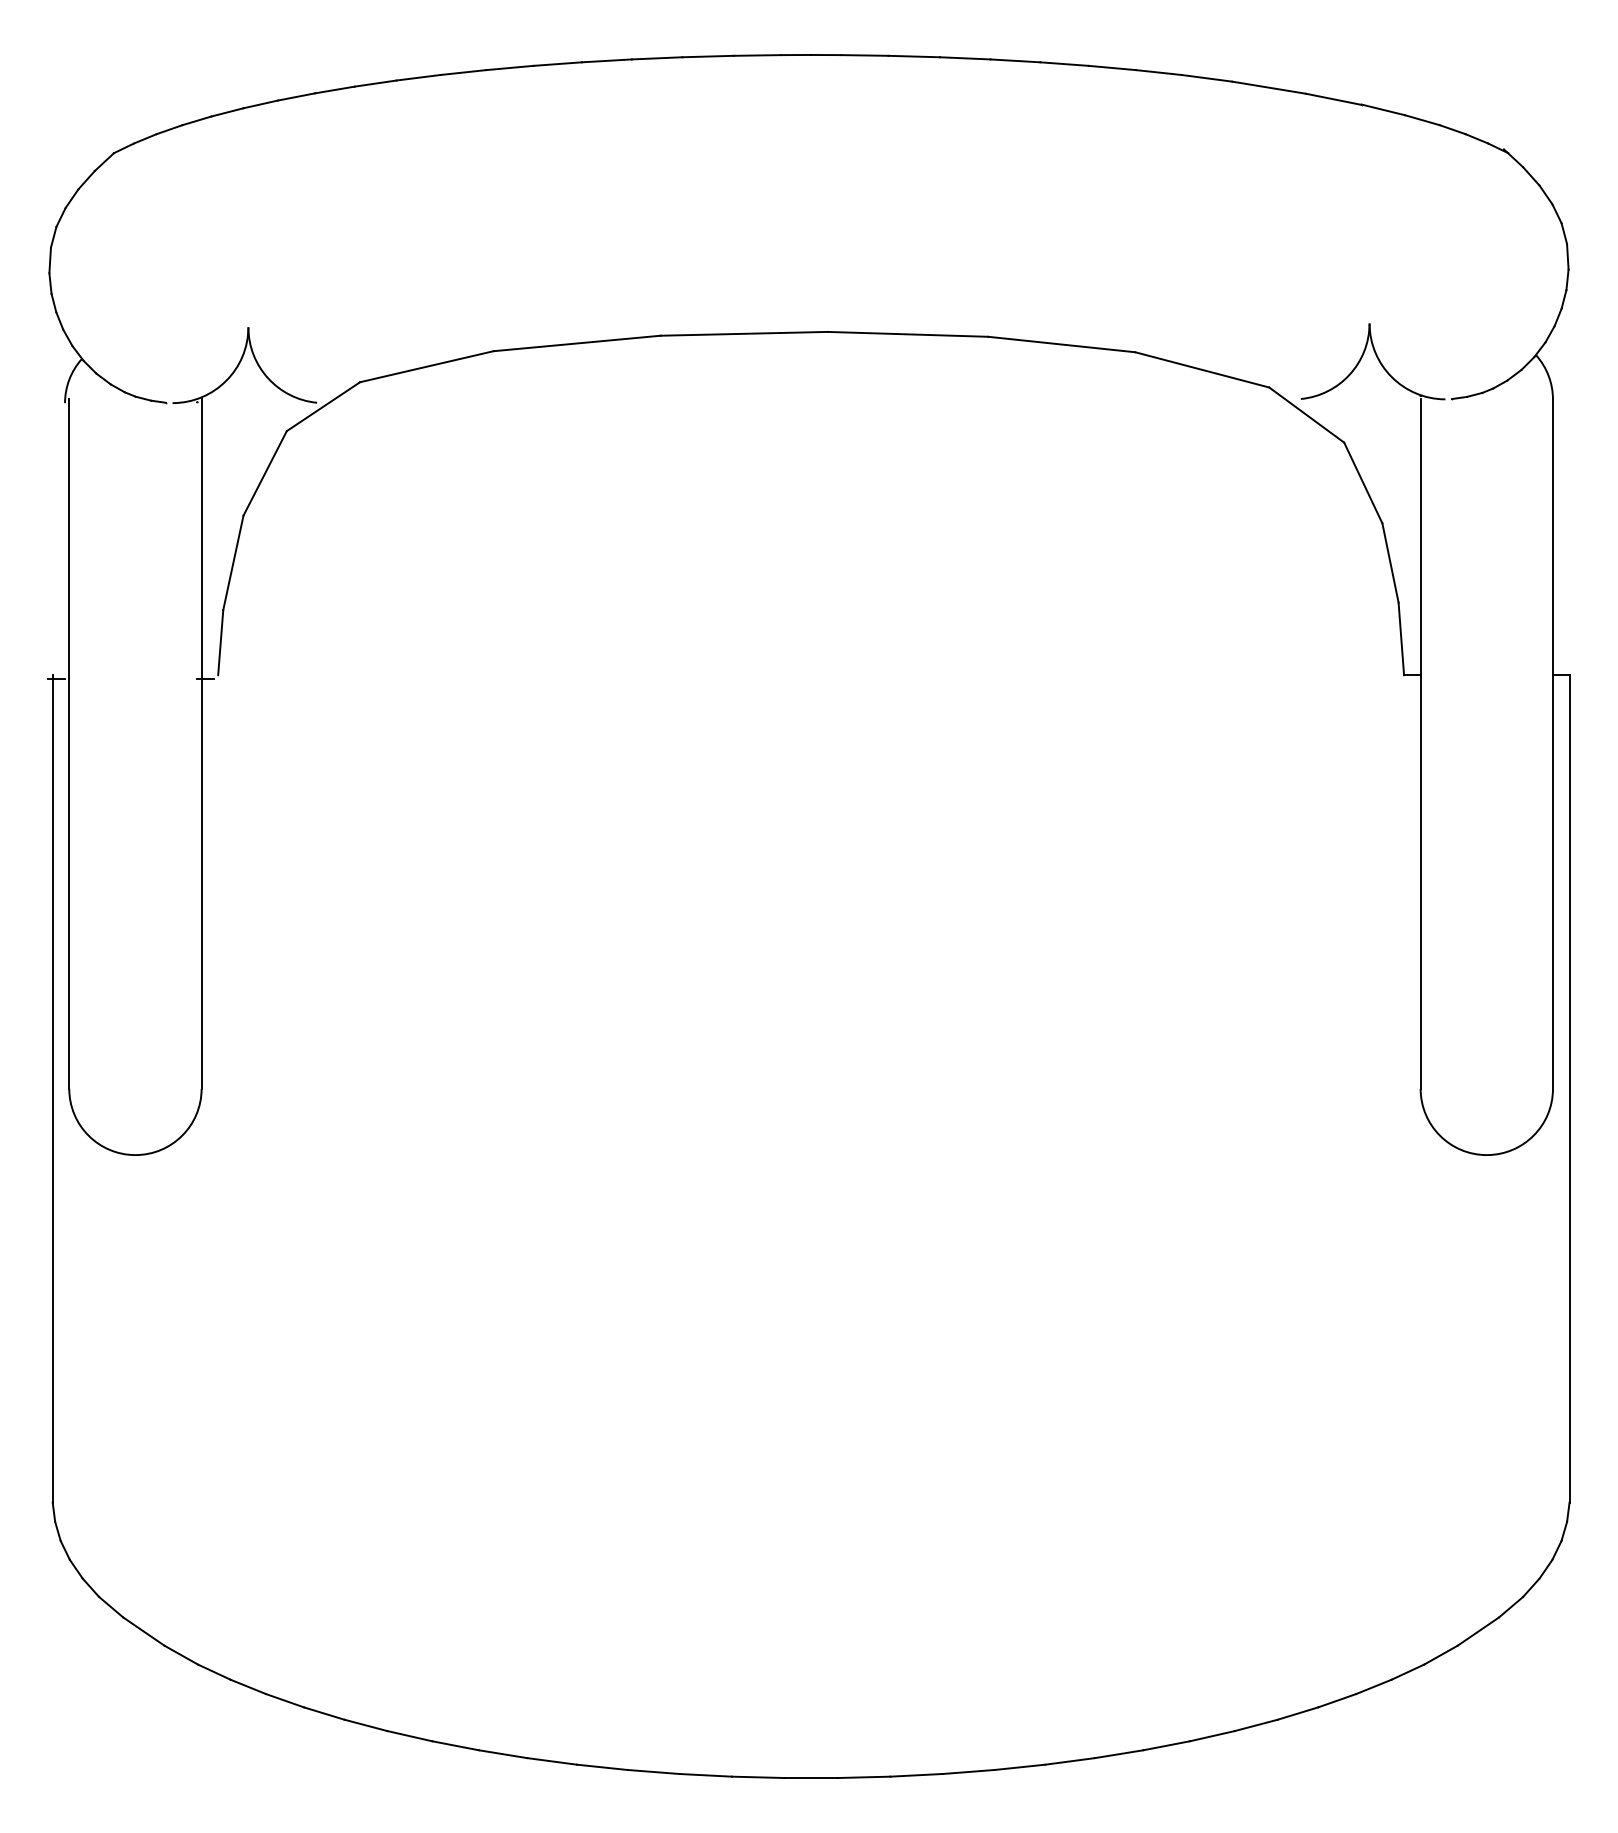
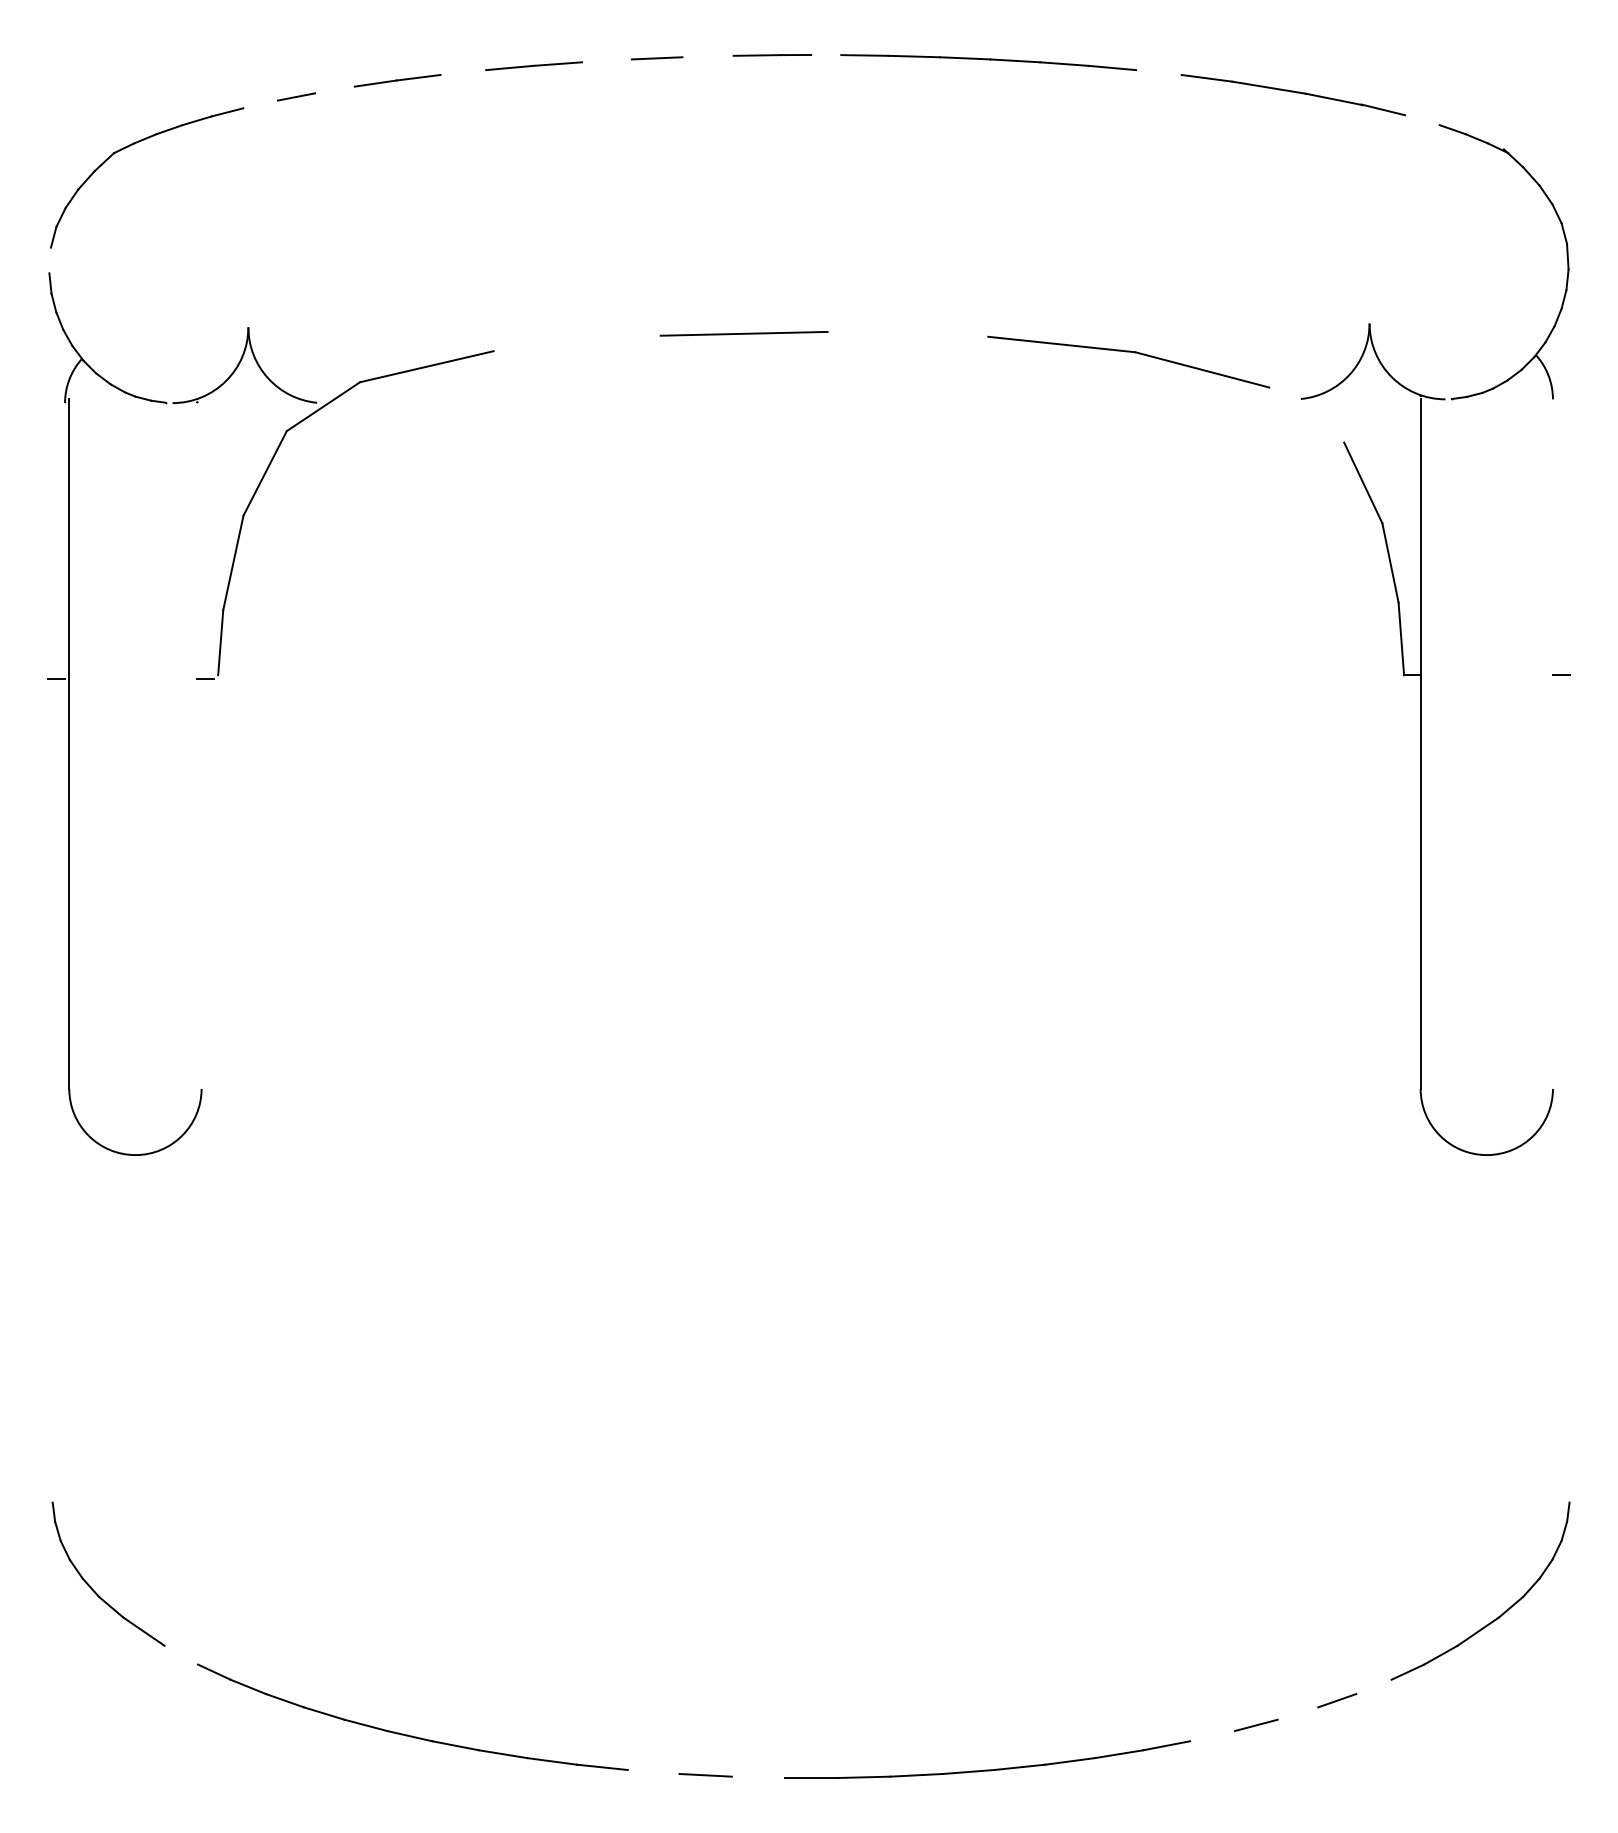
line at (826, 54): present -> none
line at (707, 56): present -> none
line at (606, 60): present -> none
line at (463, 72): present -> none
line at (1158, 72): present -> none
line at (334, 89): present -> none
line at (260, 104): present -> none
line at (1422, 120): present -> none
line at (49, 260): present -> none
line at (907, 333): present -> none
line at (576, 343): present -> none
line at (1306, 414): present -> none
line at (201, 743): present -> none
line at (1552, 743): present -> none
line at (52, 1088): present -> none
line at (1569, 1088): present -> none
line at (181, 1654): present -> none
line at (1373, 1686): present -> none
line at (1297, 1713): present -> none
line at (1212, 1736): present -> none
line at (653, 1771): present -> none
line at (757, 1777): present -> none
